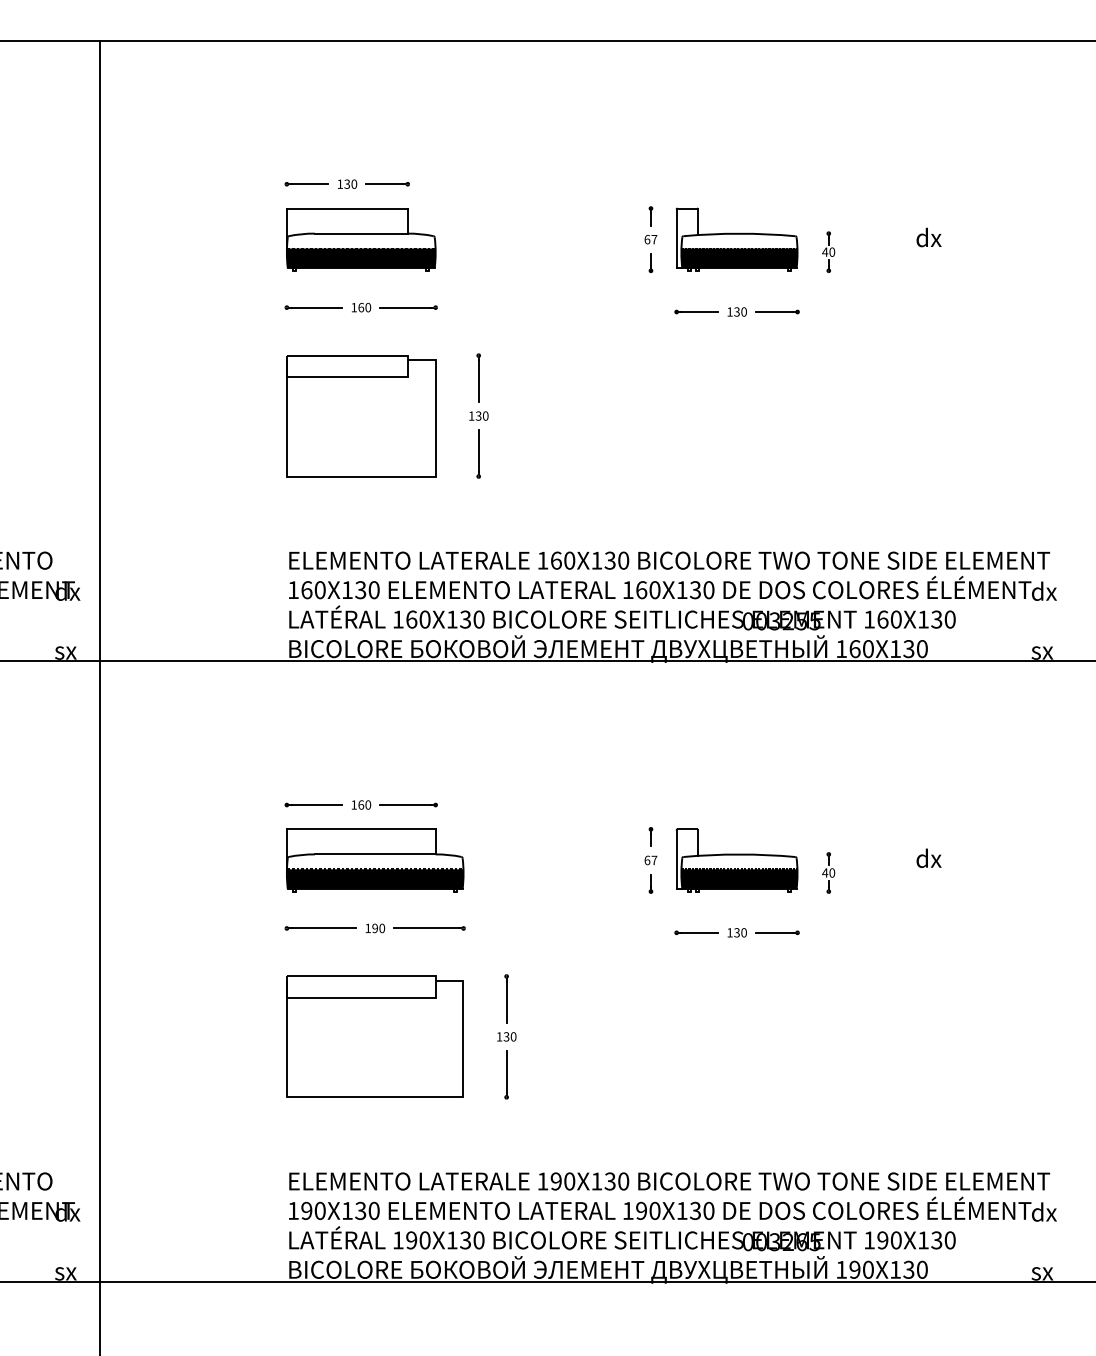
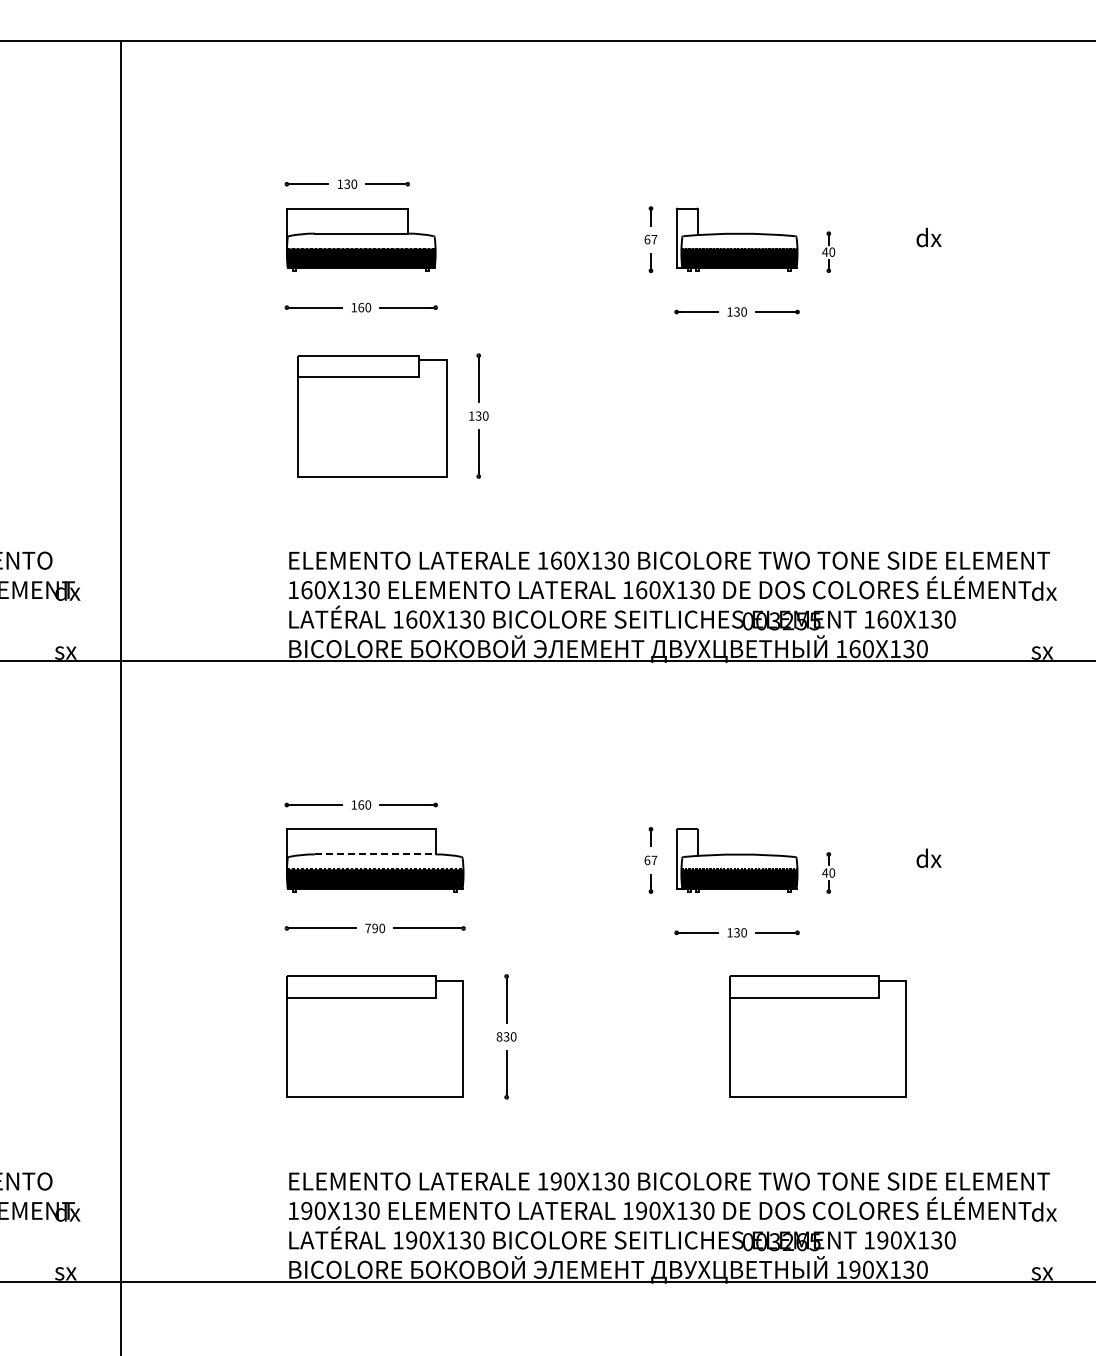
part at (361, 416) position: (361, 416) -> (372, 416)
line at (99, 696) position: (99, 696) -> (120, 696)
line at (375, 854): solid -> dashed
text at (367, 928): 190 -> 790
text at (499, 1036): 130 -> 830
part at (817, 1036): none -> present
